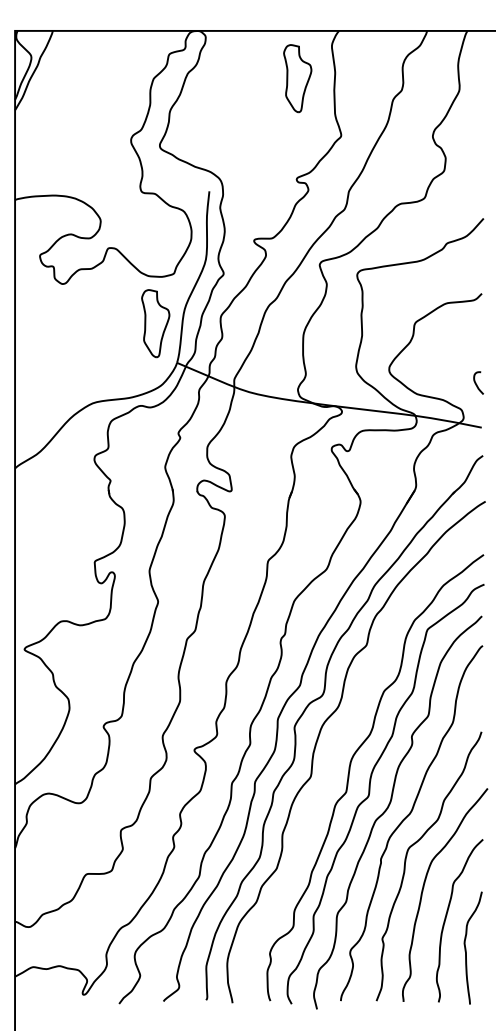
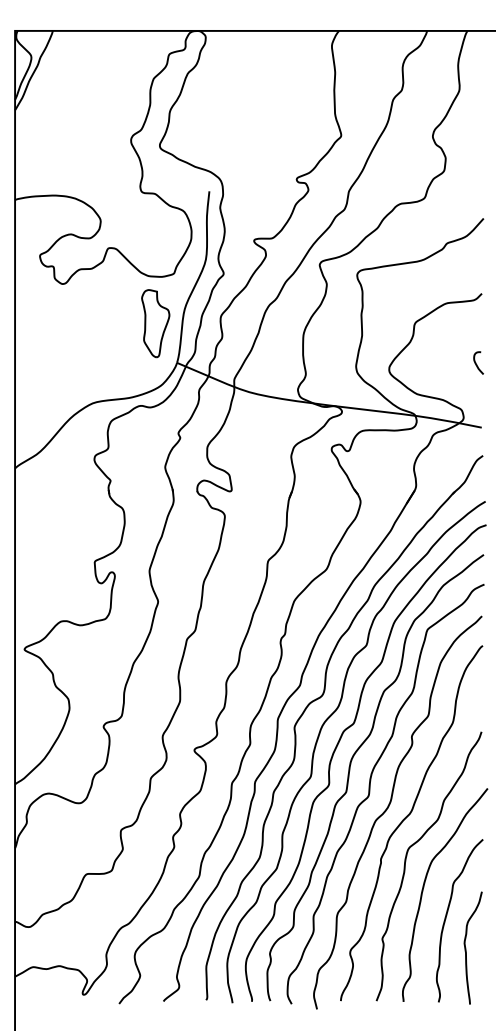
part at (297, 78): present -> none
curve at (476, 382) position: (476, 382) -> (476, 362)
curve at (337, 747): none -> present
